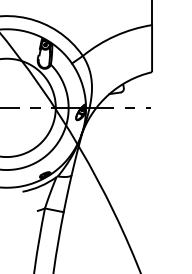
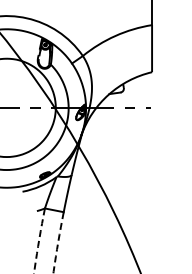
arc at (38, 241): solid -> dashed
arc at (58, 242): solid -> dashed
